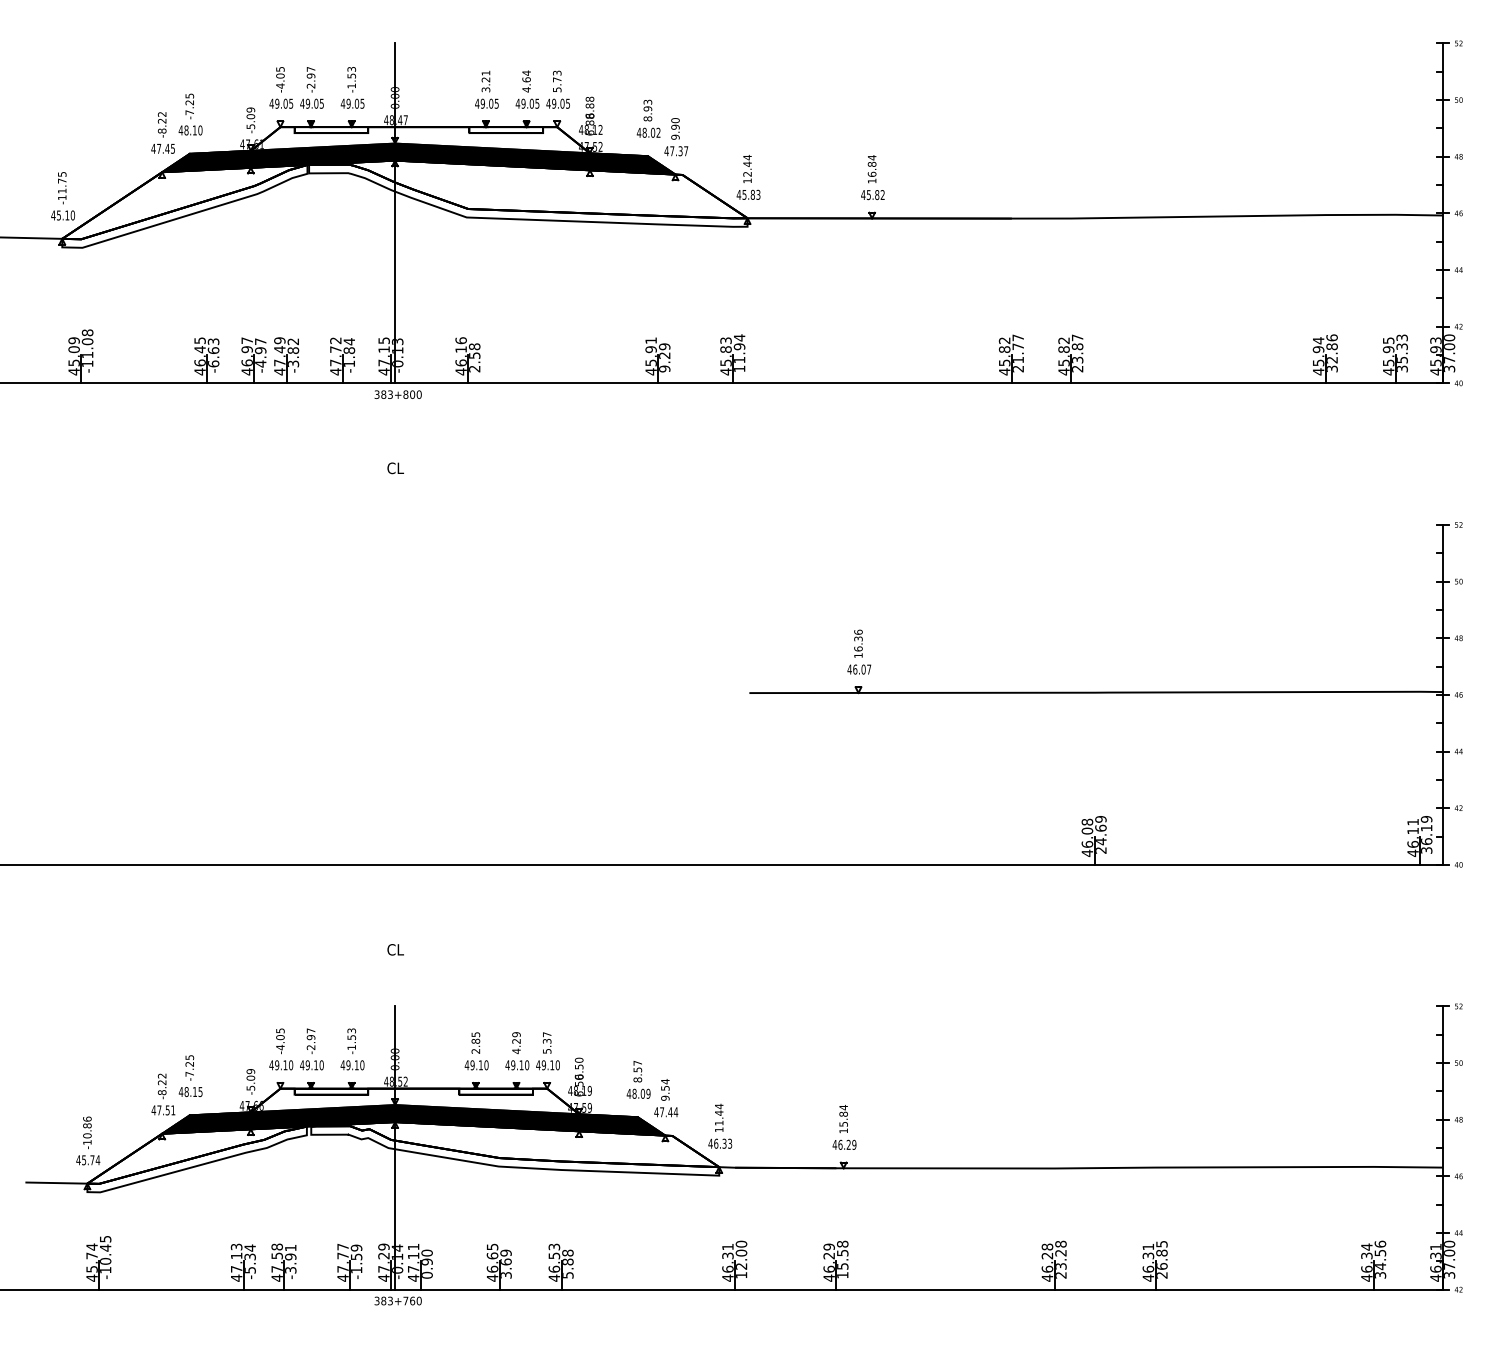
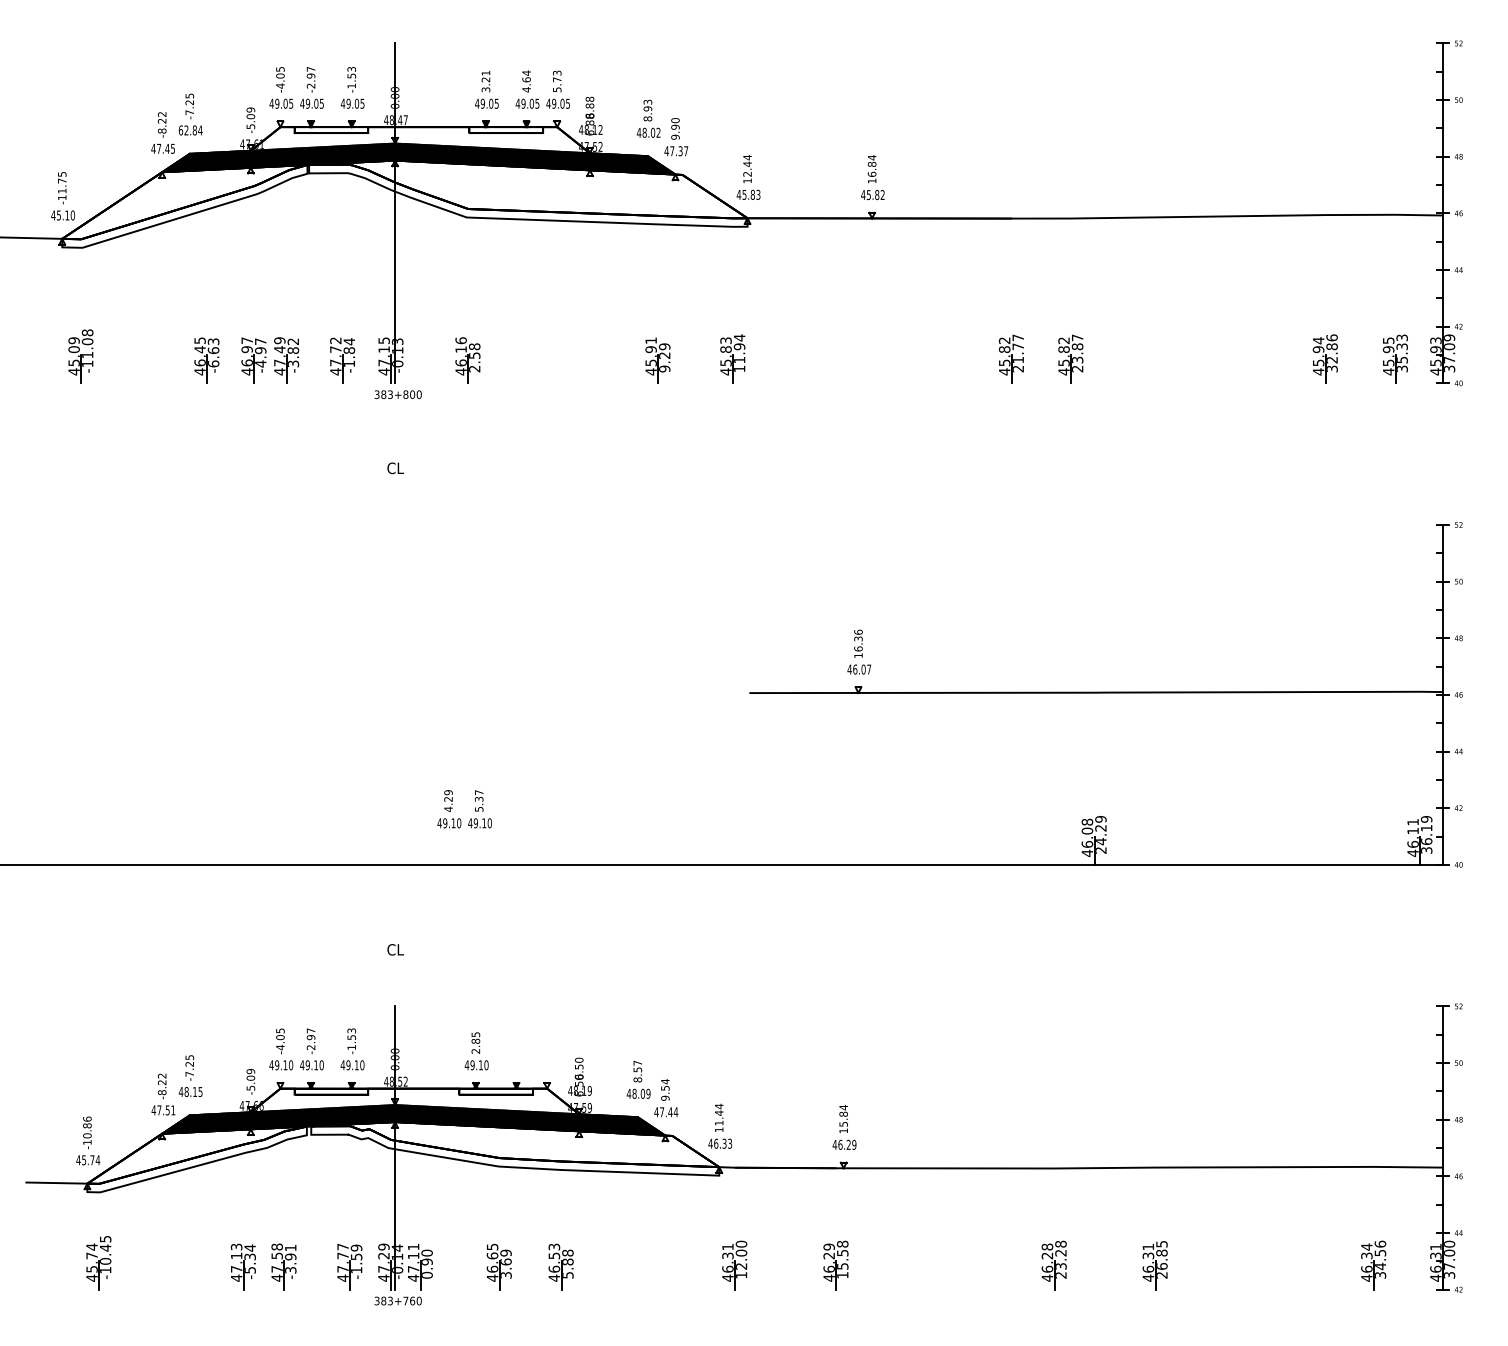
text at (190, 130): 48.10 -> 62.84
text at (1449, 337): 37.00 -> 37.09
line at (722, 383): present -> none
text at (1100, 827): 24.69 -> 24.29
text at (532, 1051) position: (532, 1051) -> (464, 809)
line at (722, 1289): present -> none
